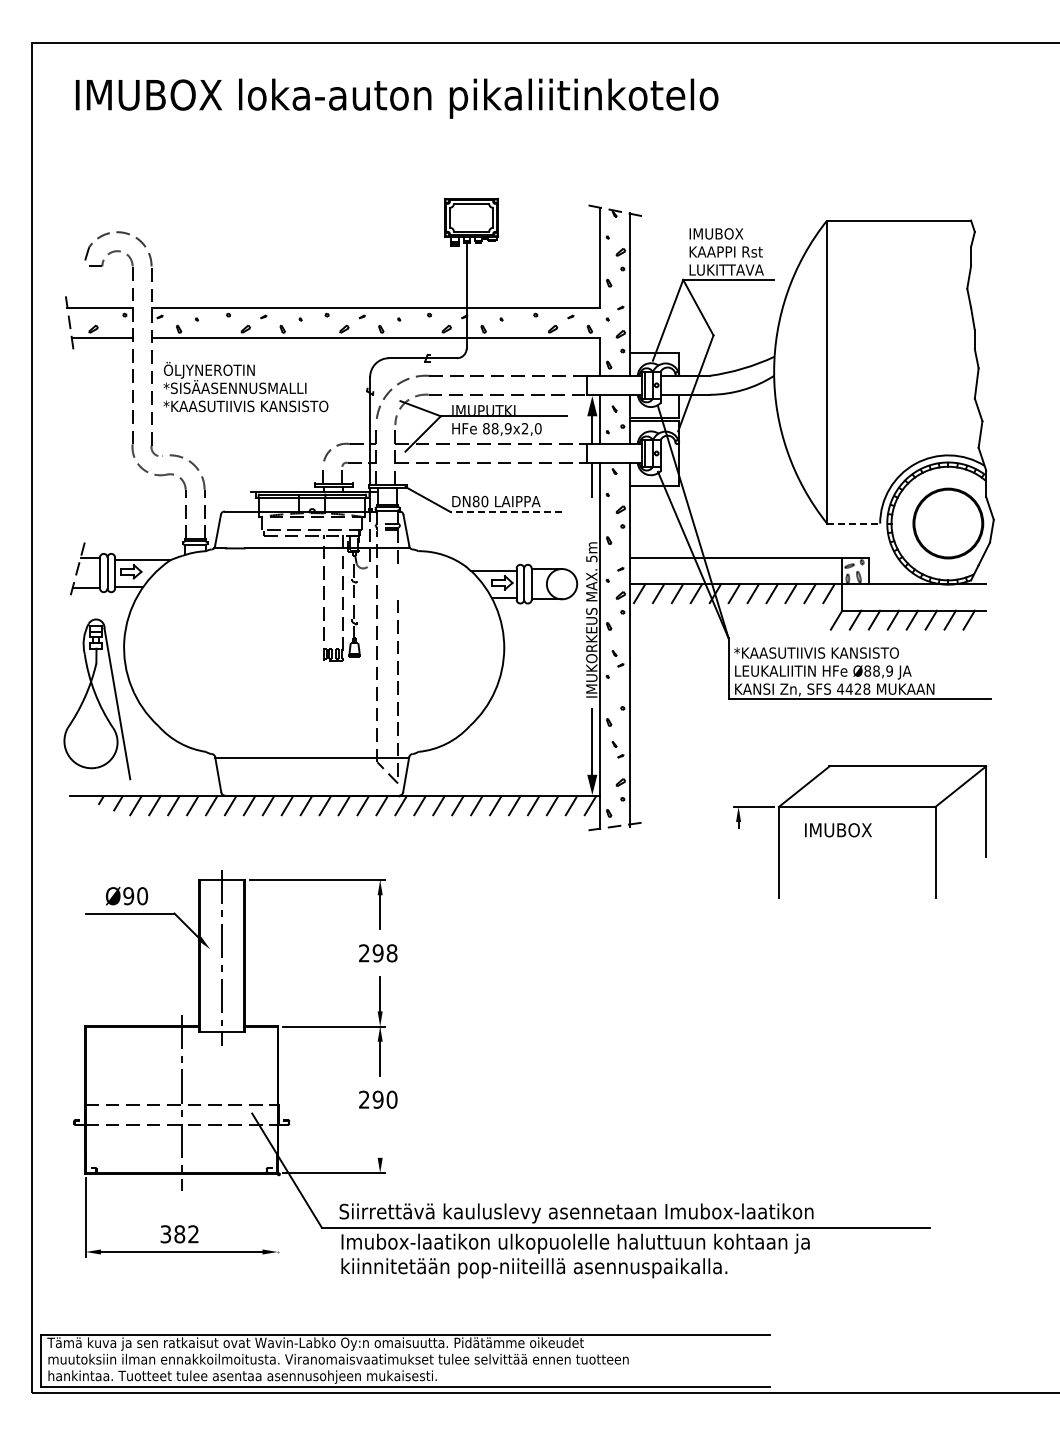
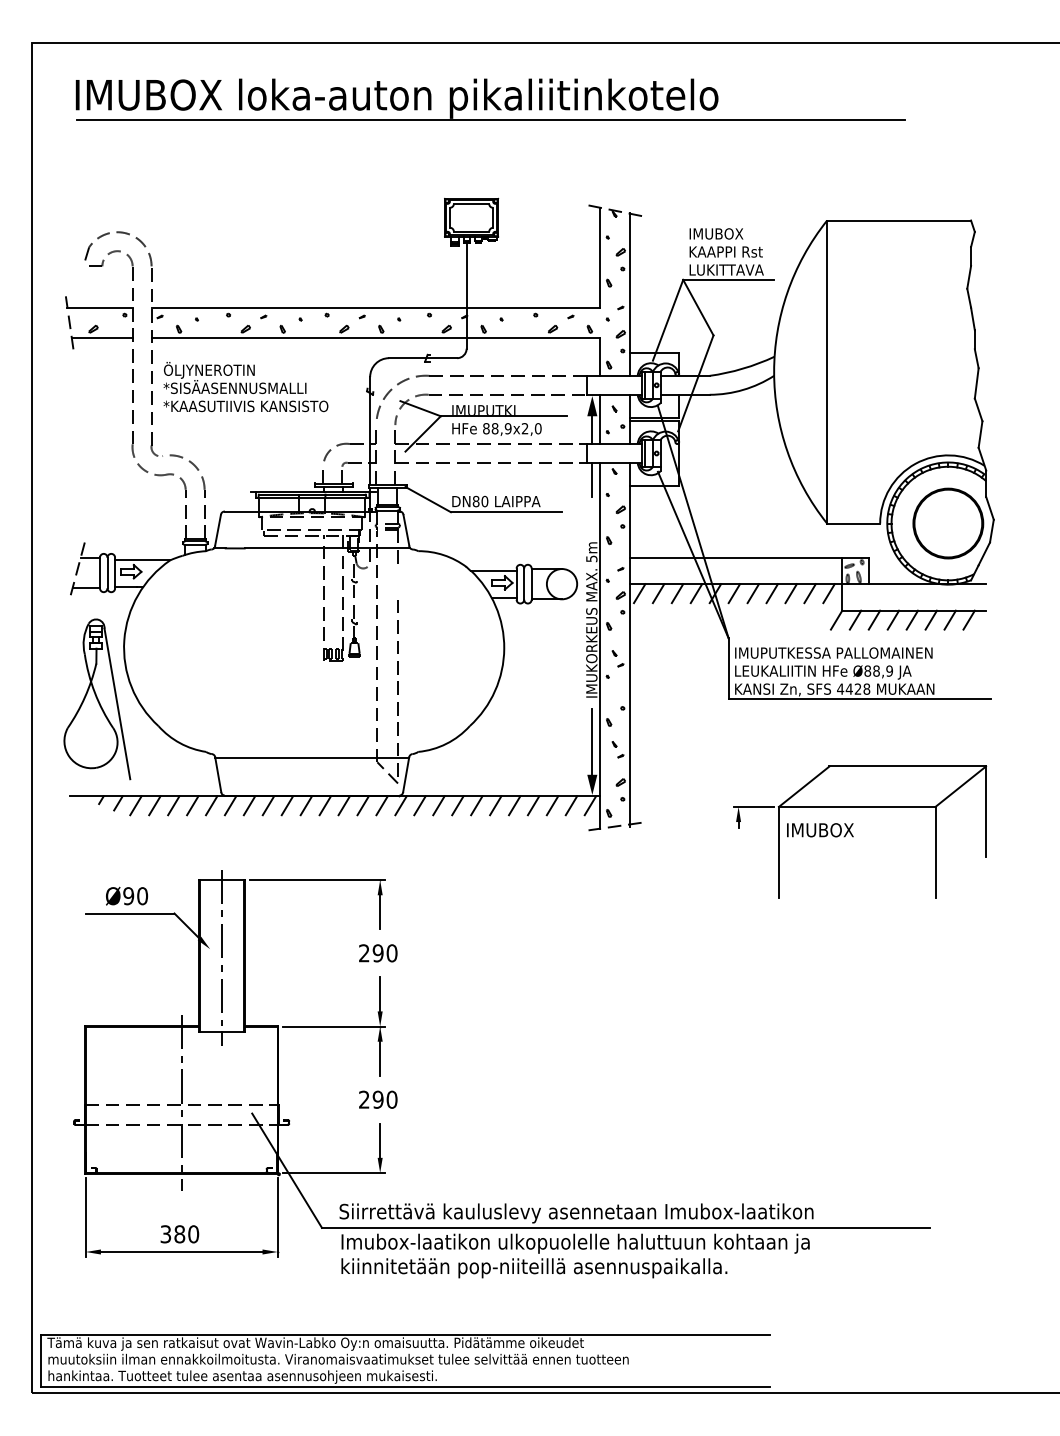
line at (491, 120): none -> present
line at (506, 512): dashed -> solid
line at (853, 523): dashed -> solid
text at (833, 652): *KAASUTIIVIS KANSISTO -> IMUPUTKESSA PALLOMAINEN
text at (838, 830) position: (838, 830) -> (820, 830)
text at (391, 953): 298 -> 290
line at (380, 1140): none -> present
line at (277, 1217): none -> present
text at (193, 1234): 382 -> 380
